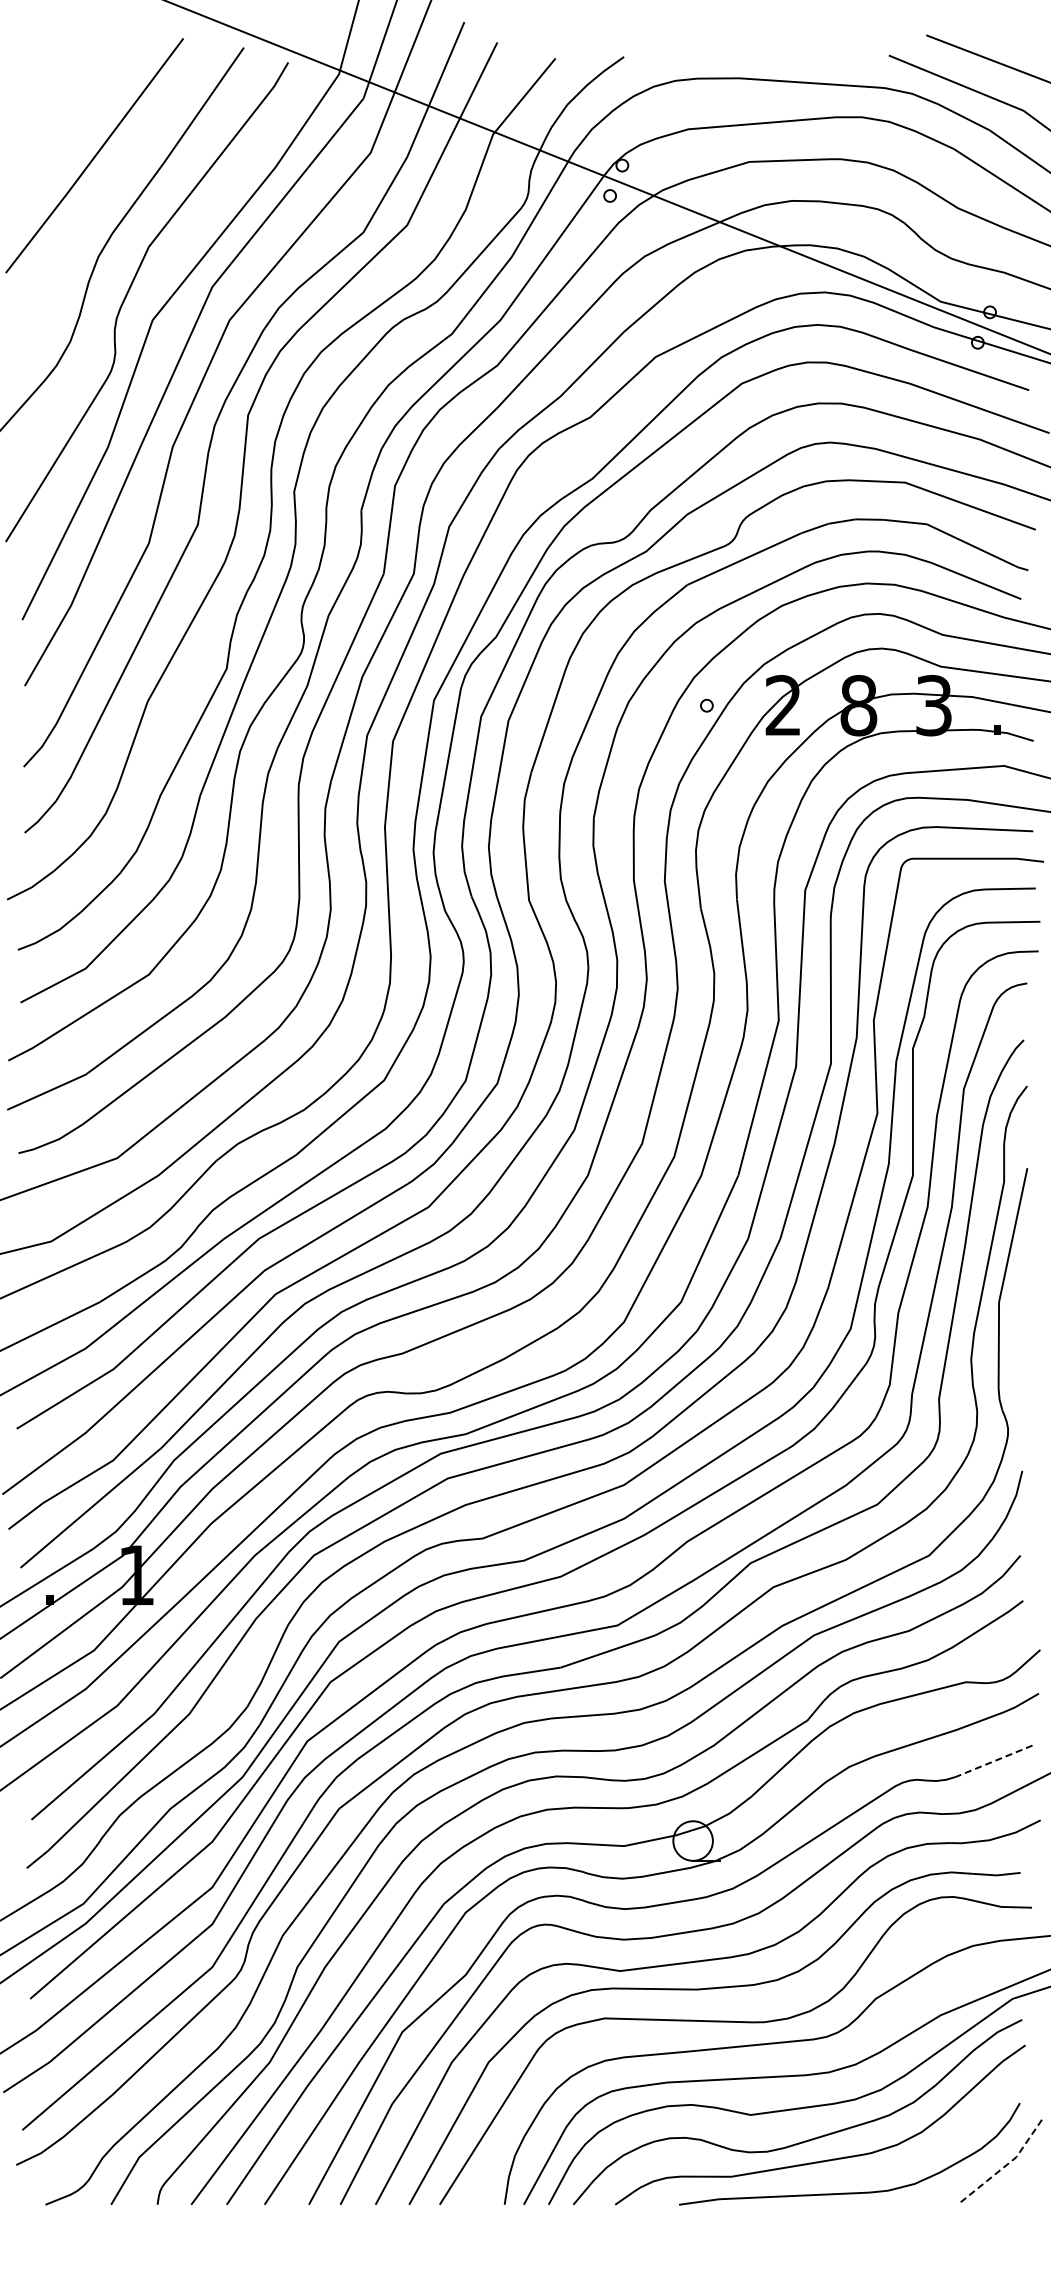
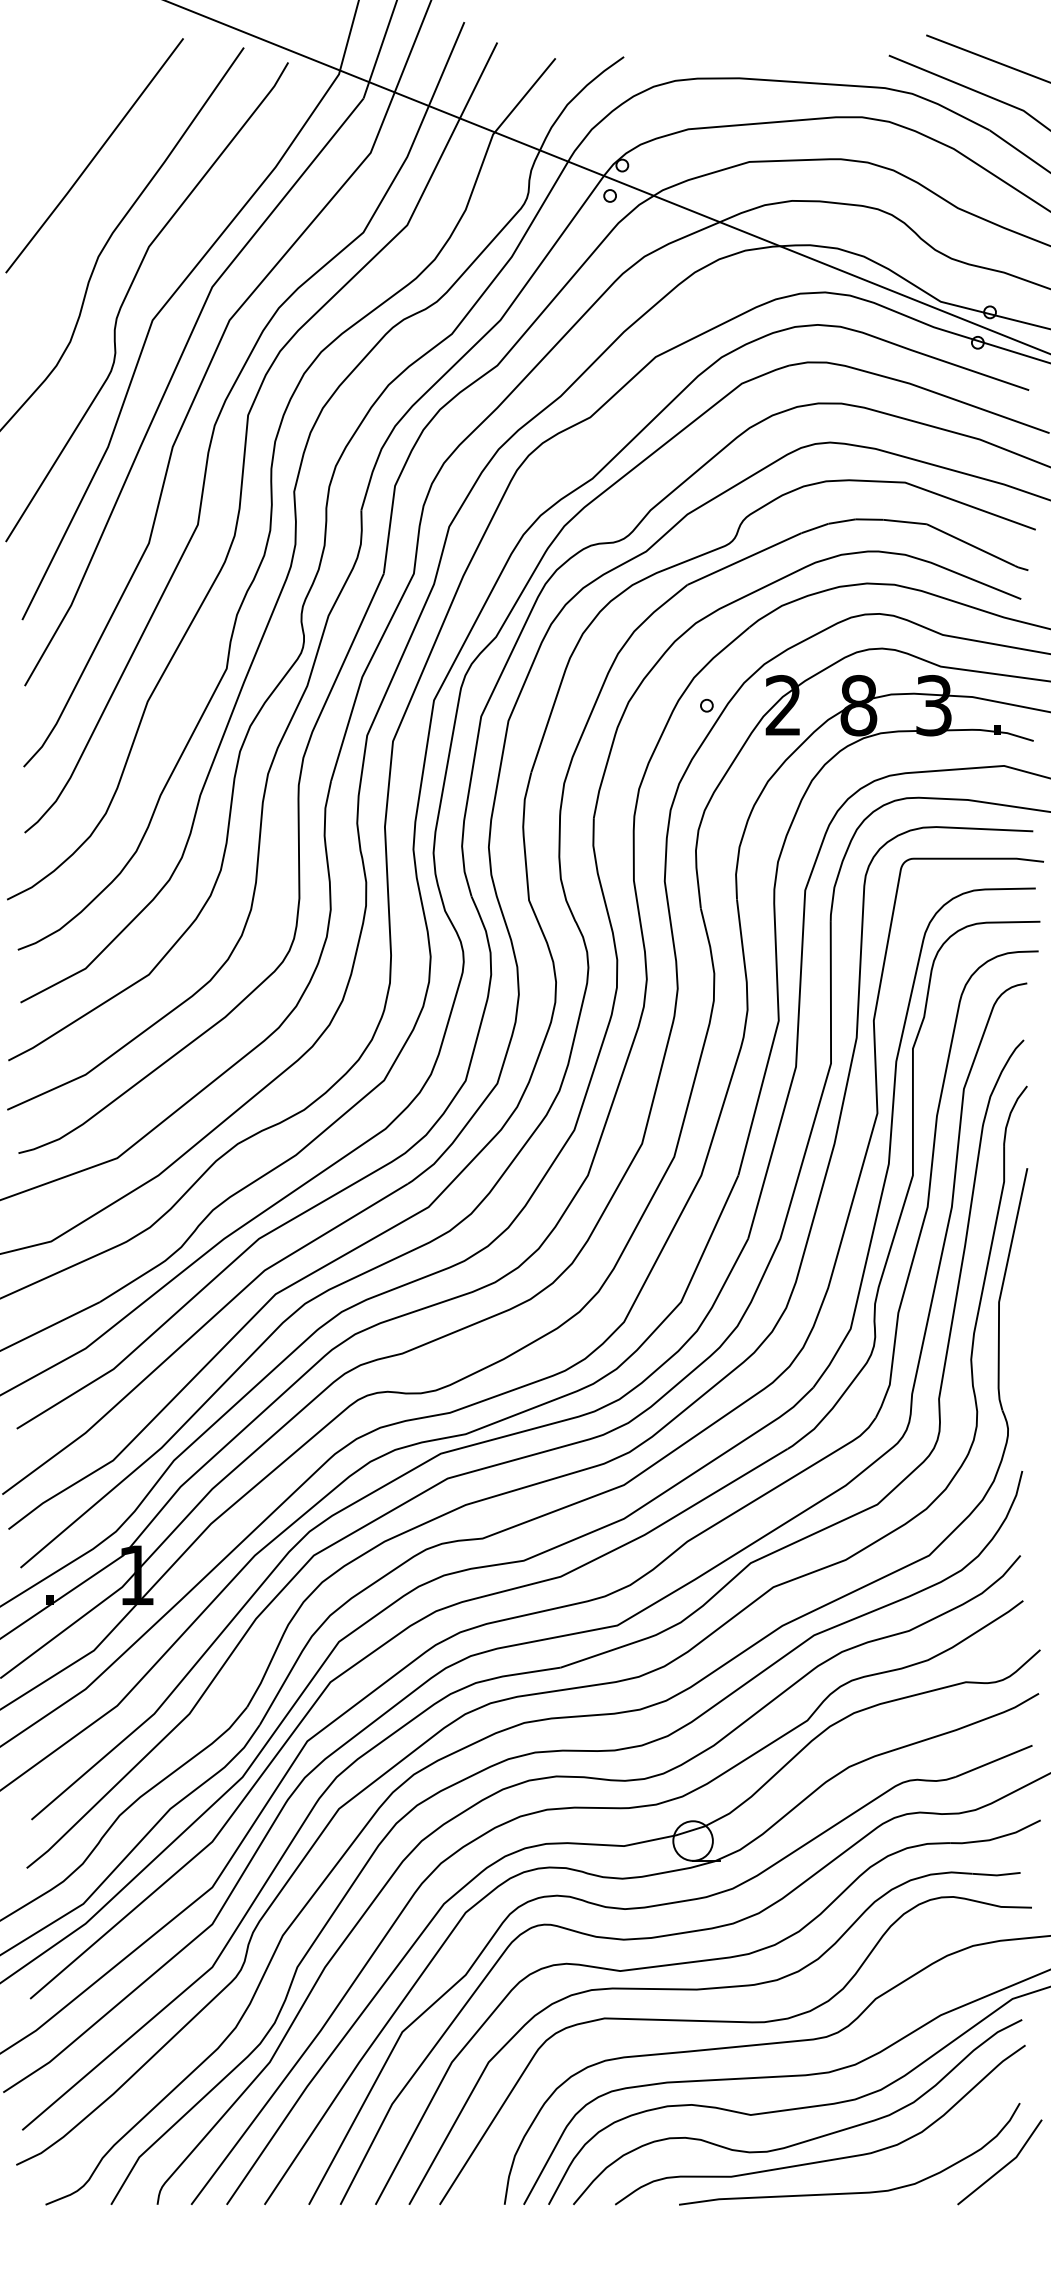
line at (993, 1761): dashed -> solid
line at (1004, 2166): dashed -> solid
